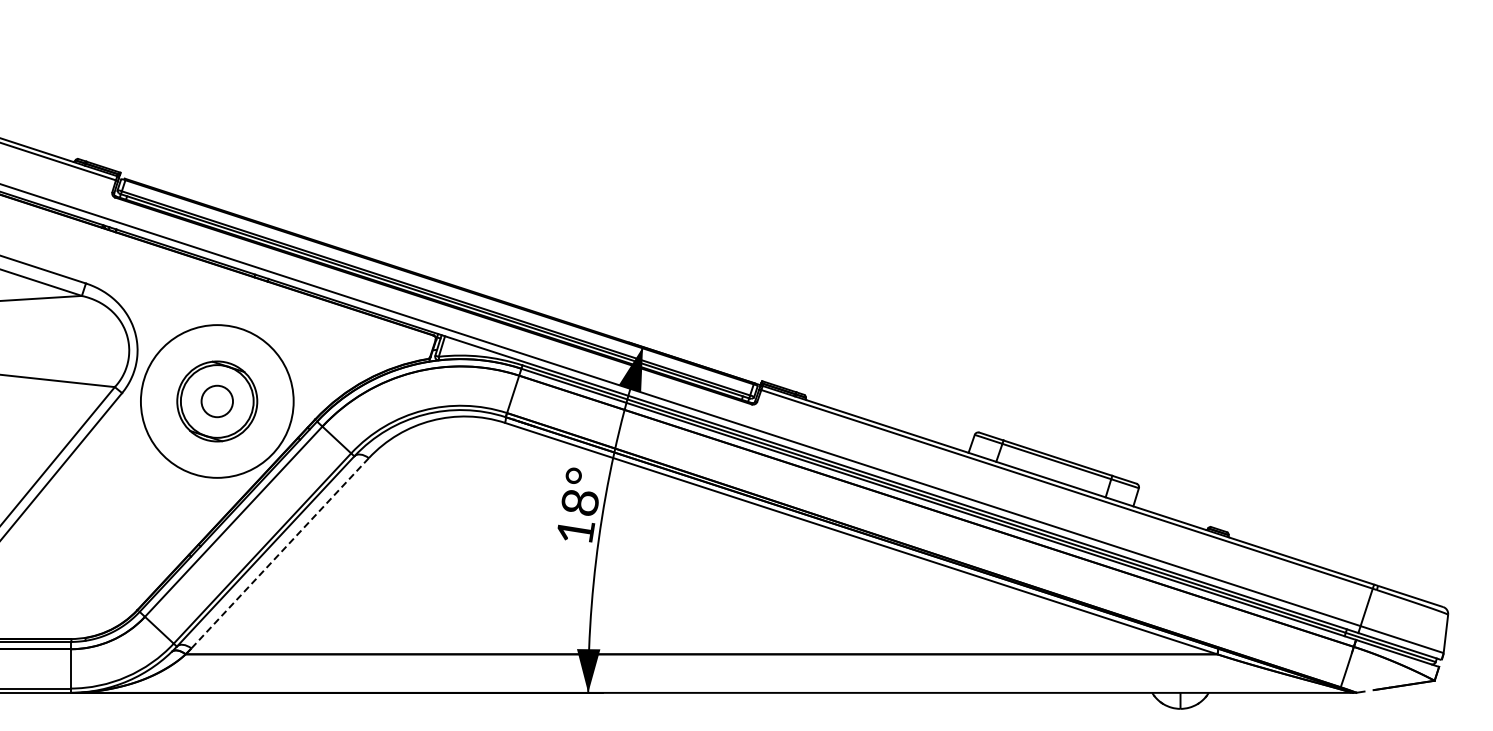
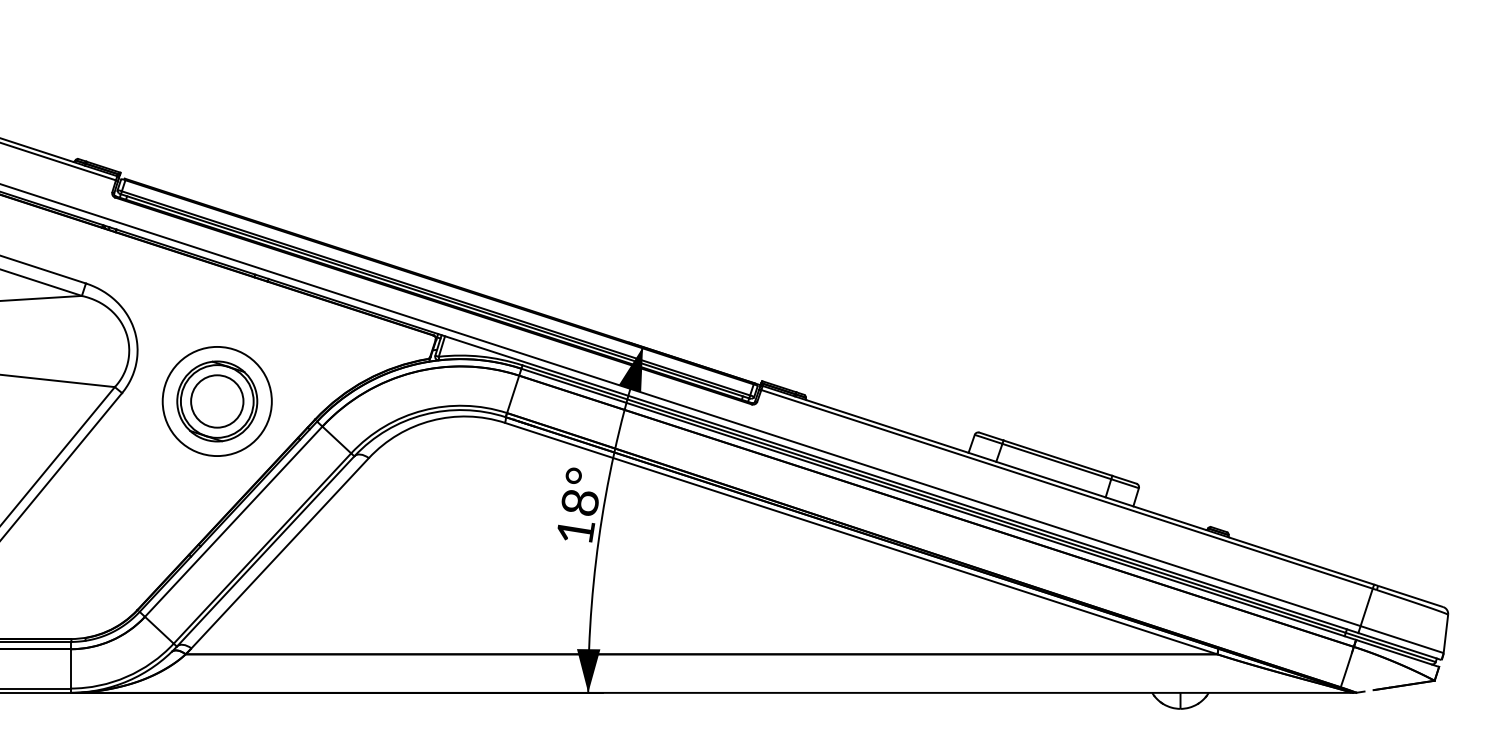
circle at (216, 401) diameter: 153 px -> 109 px
circle at (217, 401) diameter: 31 px -> 52 px
line at (279, 553): dashed -> solid
